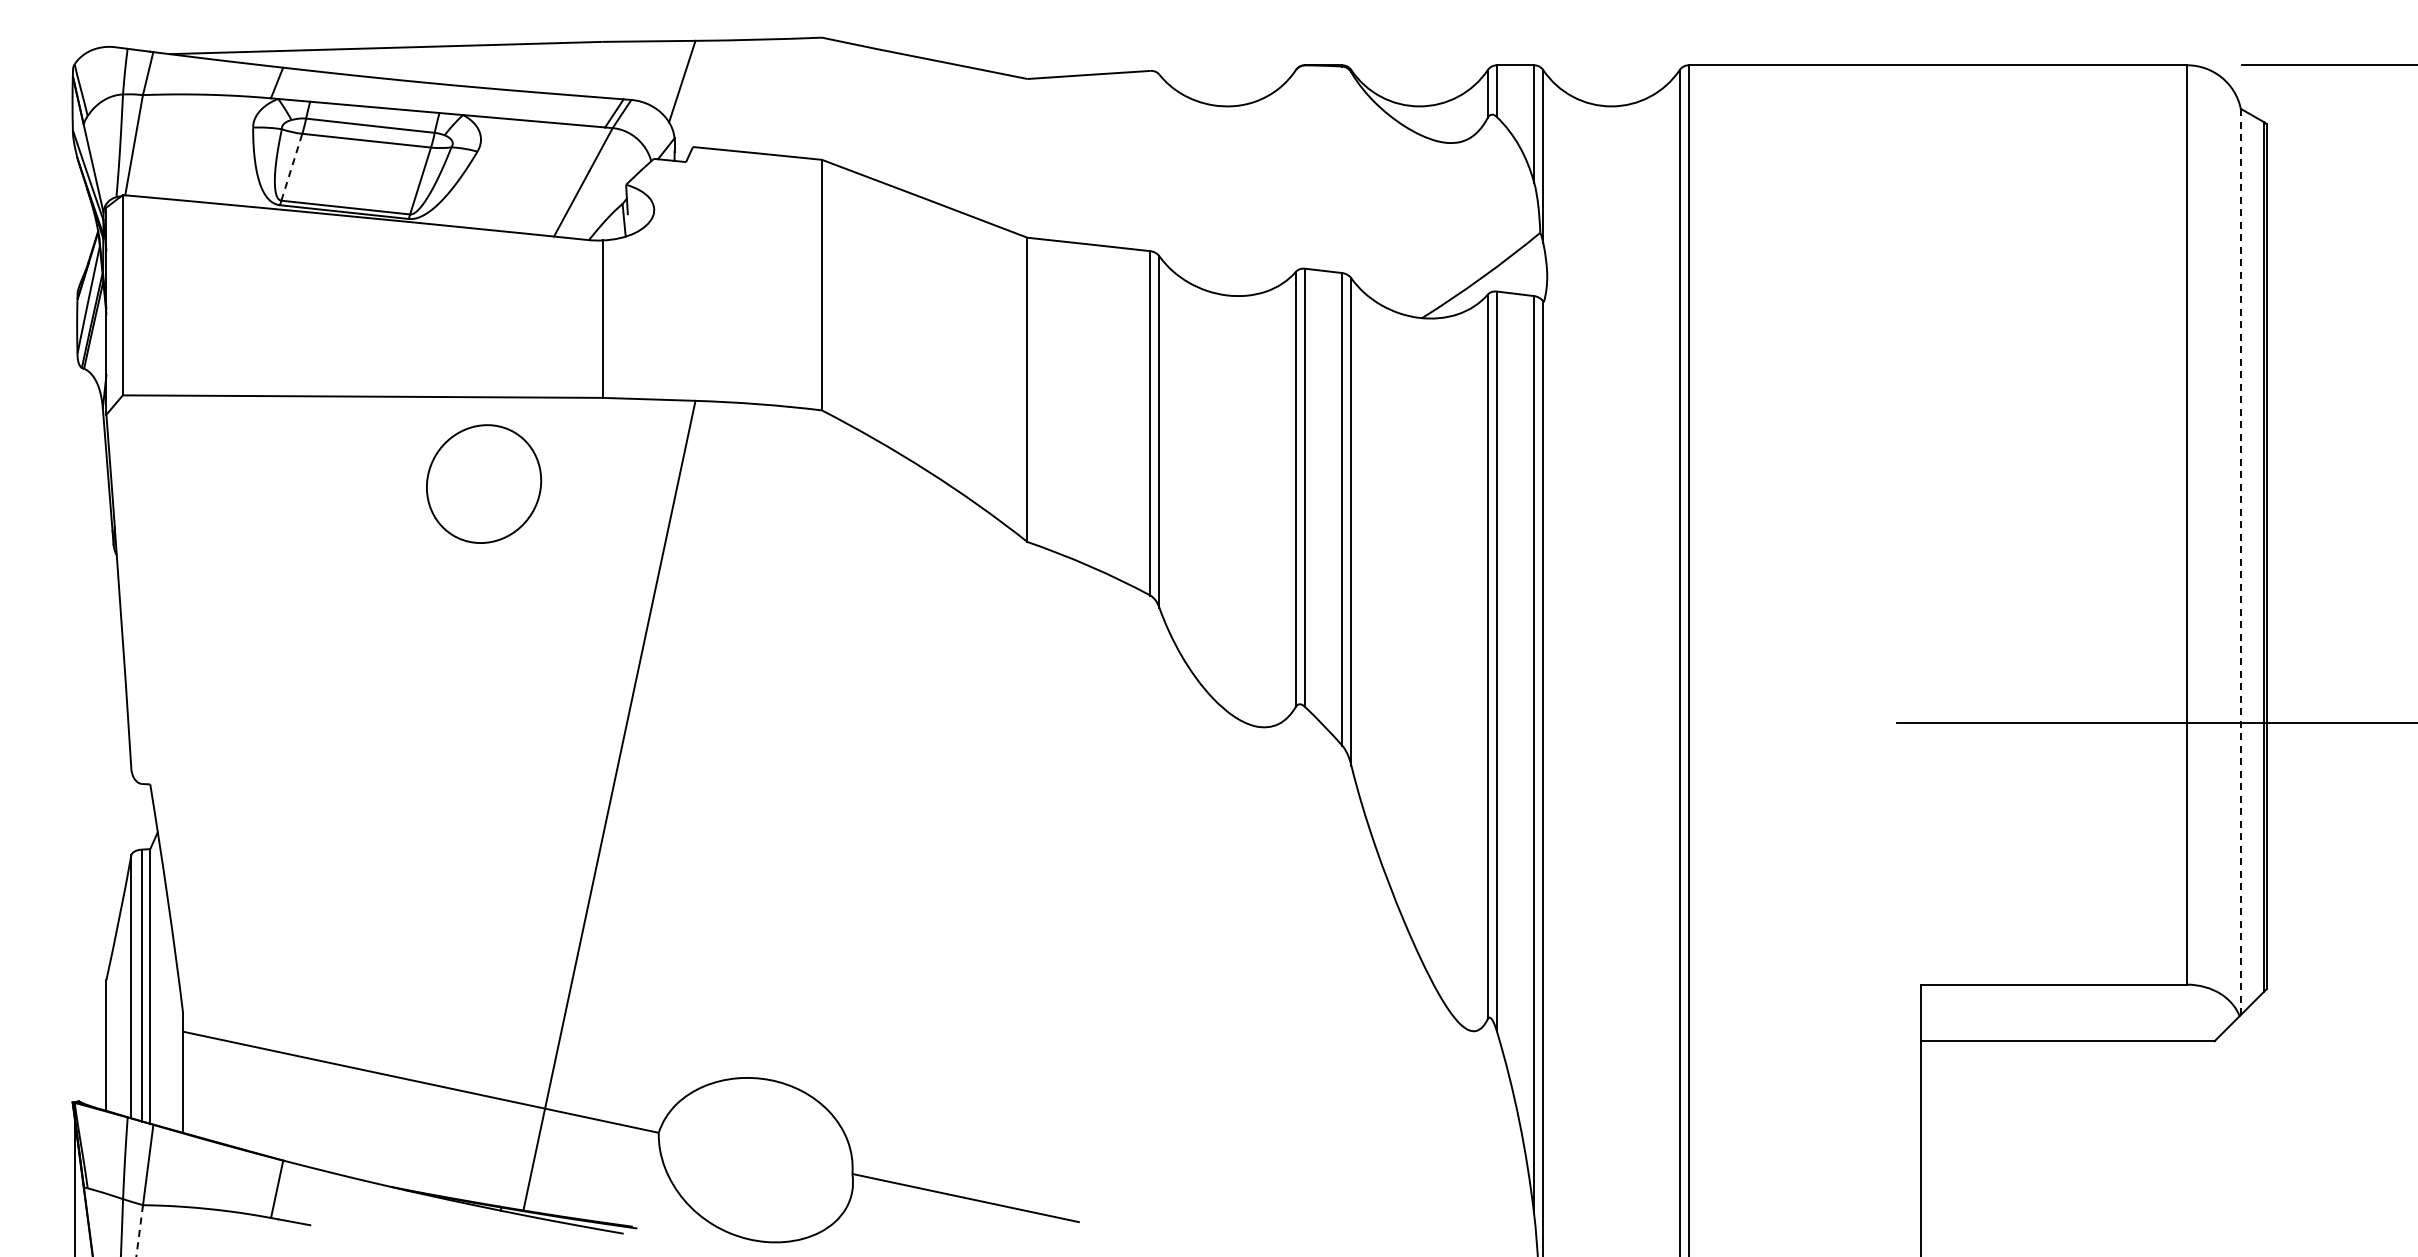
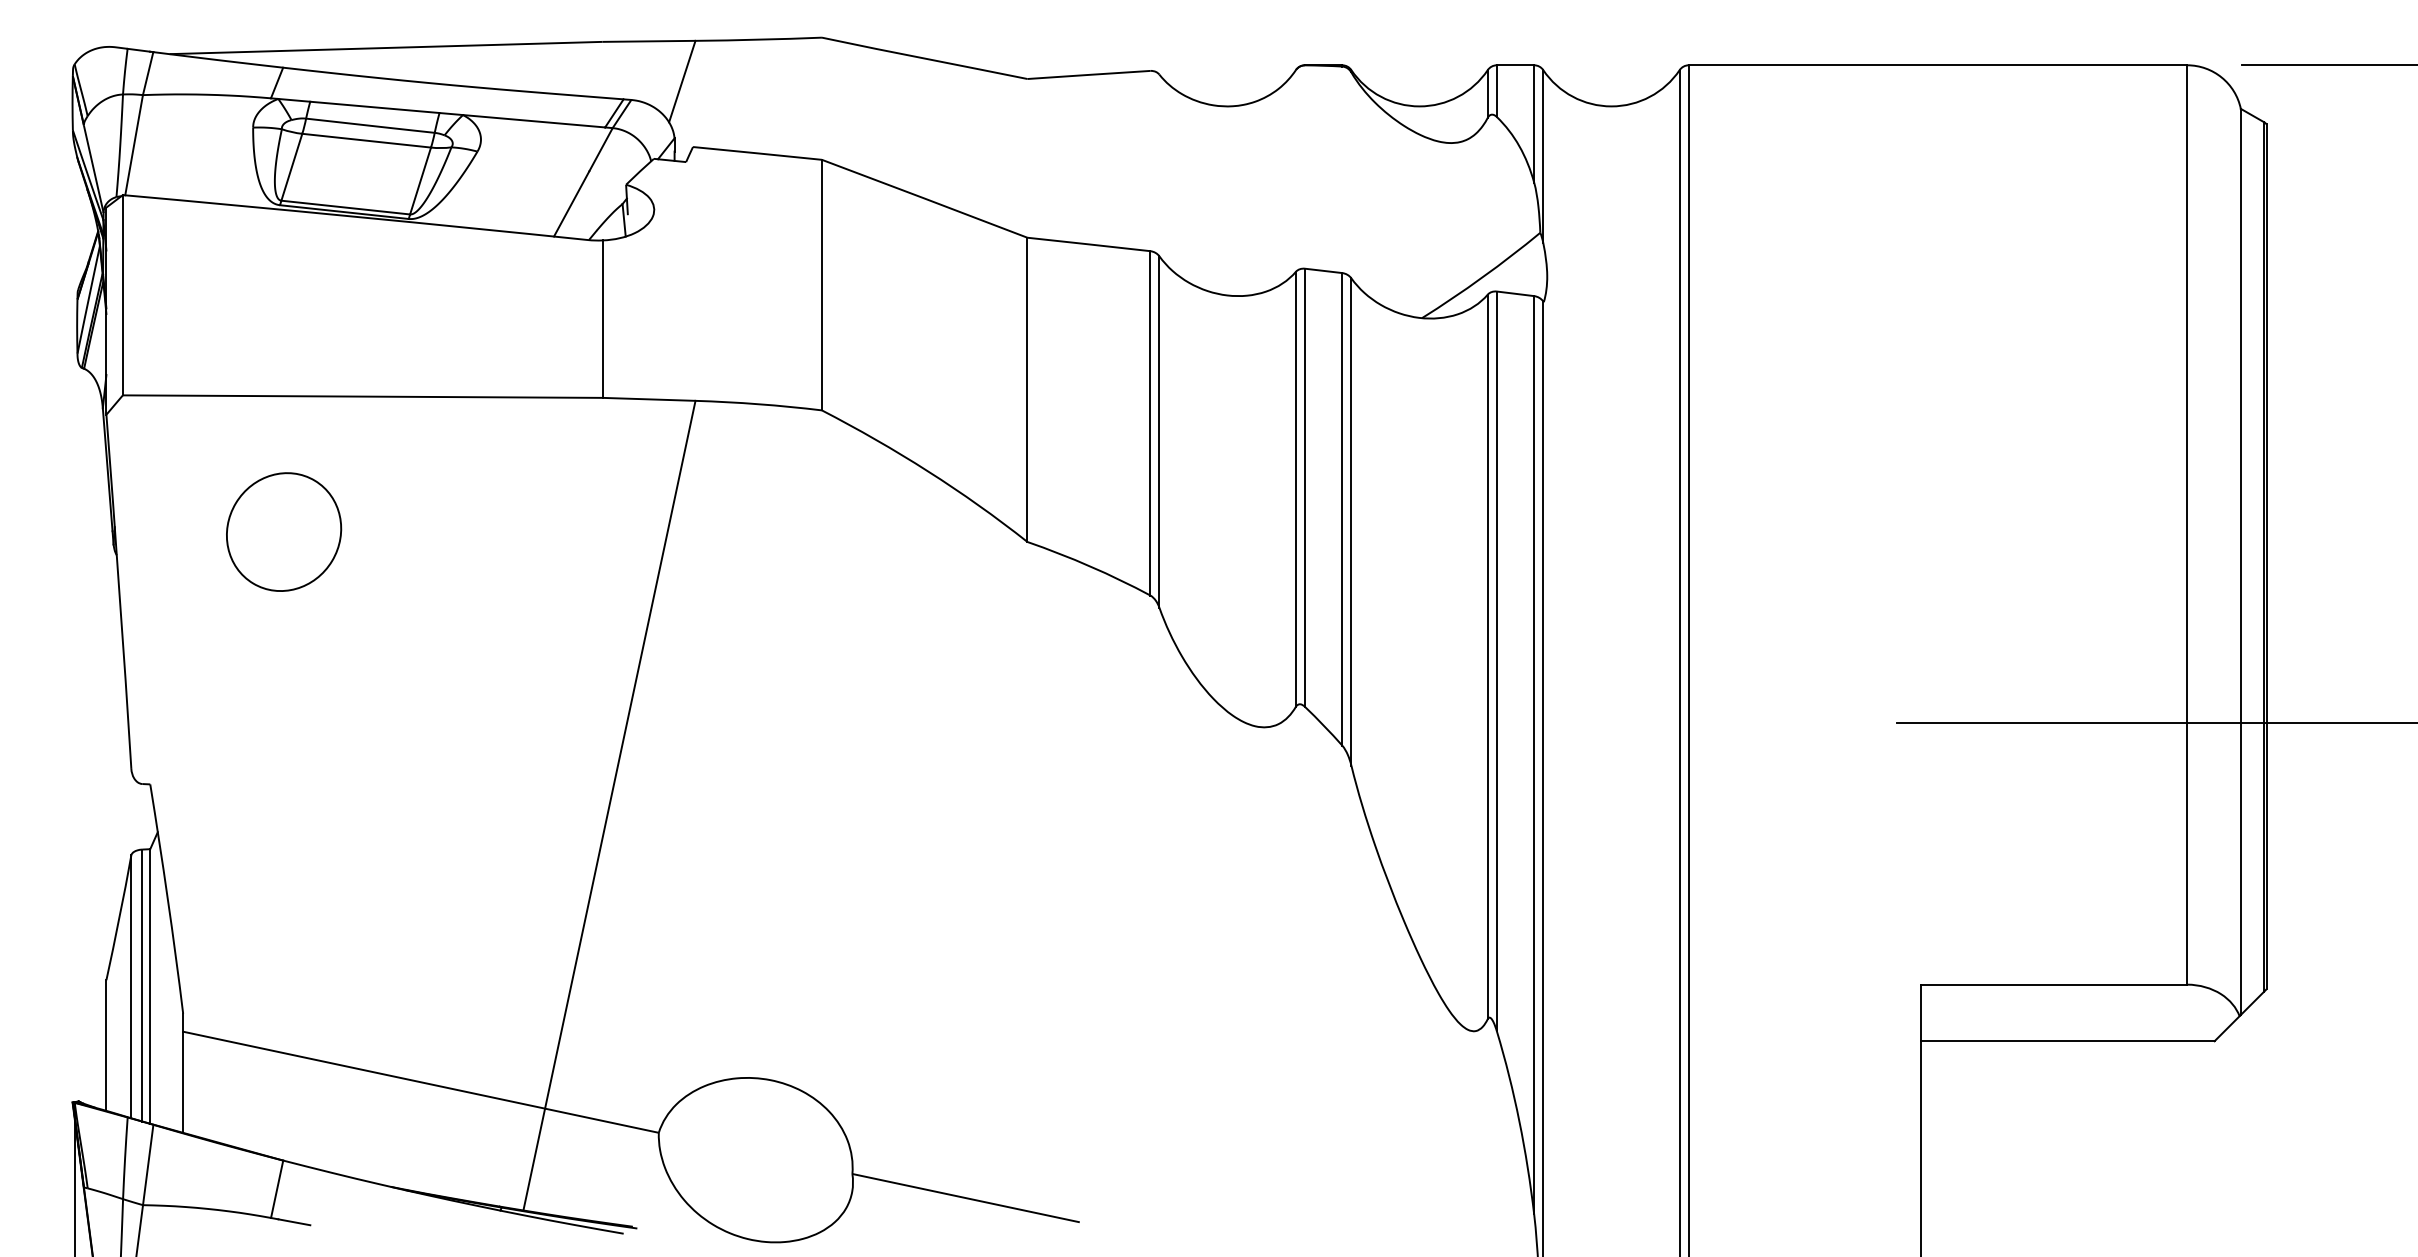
line at (292, 166): dashed -> solid
part at (484, 483) position: (484, 483) -> (284, 531)
line at (2240, 561): dashed -> solid
line at (139, 1230): dashed -> solid
